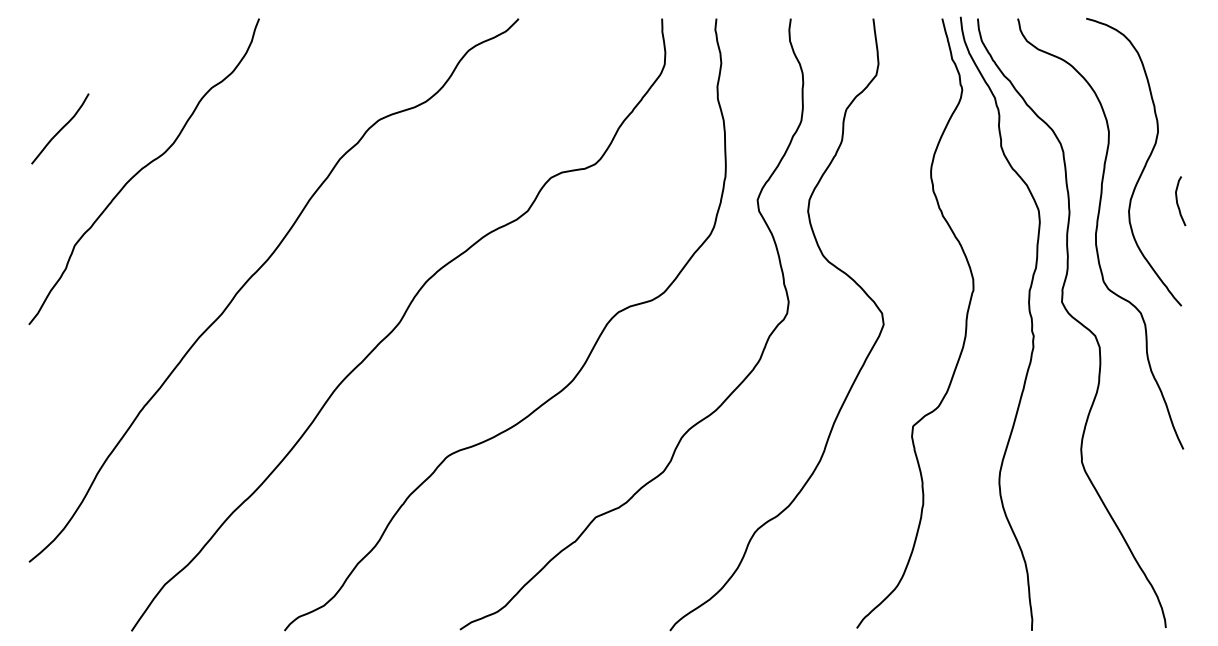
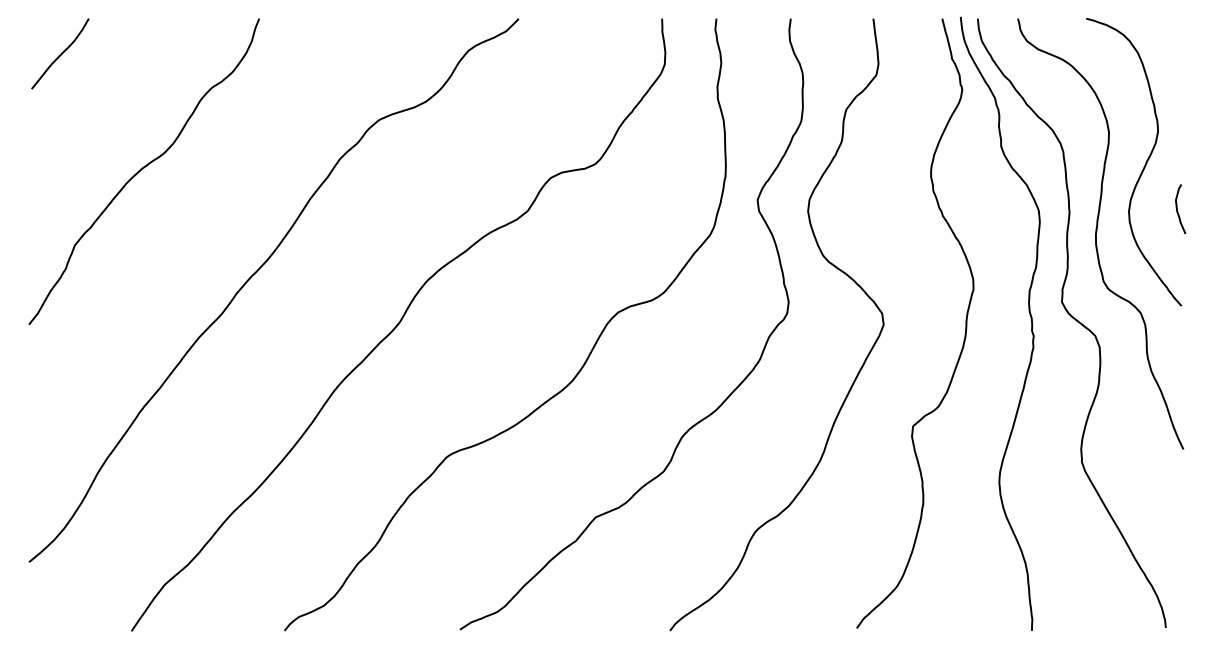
curve at (60, 128) position: (60, 128) -> (60, 53)
curve at (1178, 203) position: (1178, 203) -> (1178, 211)
